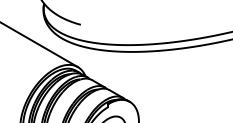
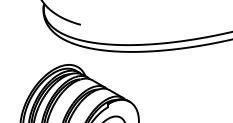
line at (39, 45): present -> none
